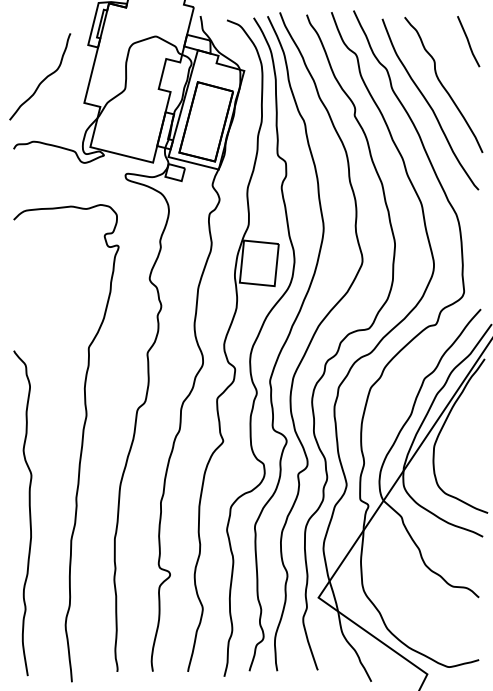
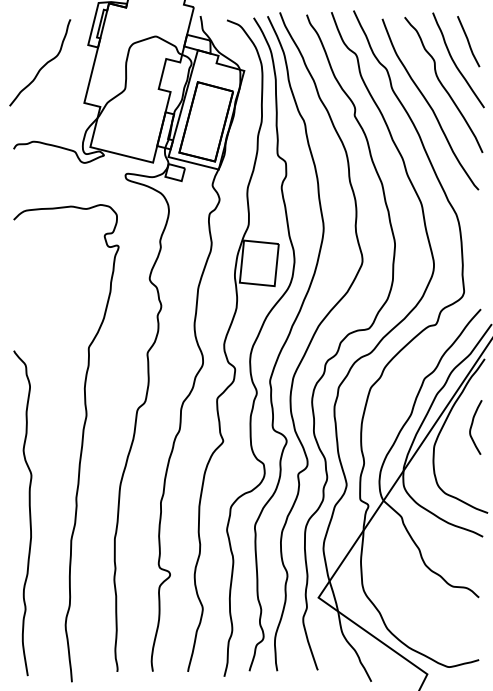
curve at (455, 62): none -> present
curve at (43, 79) position: (43, 79) -> (43, 65)
curve at (472, 426): none -> present
